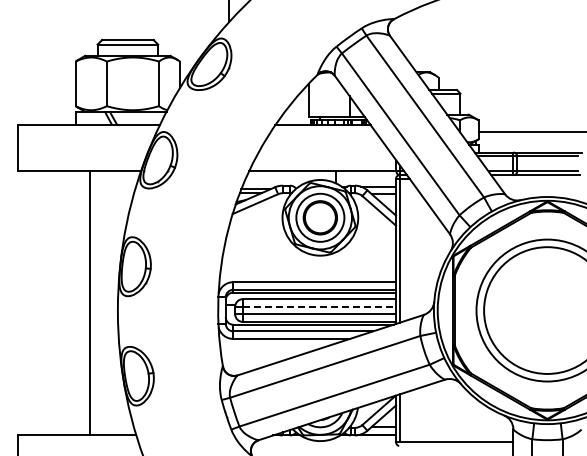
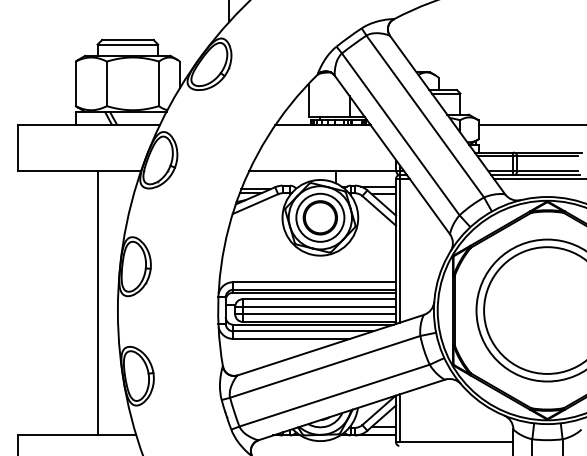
line at (530, 132) position: (530, 132) -> (530, 125)
line at (538, 178): none -> present
line at (89, 302) position: (89, 302) -> (97, 302)
line at (319, 306): dashed -> solid
